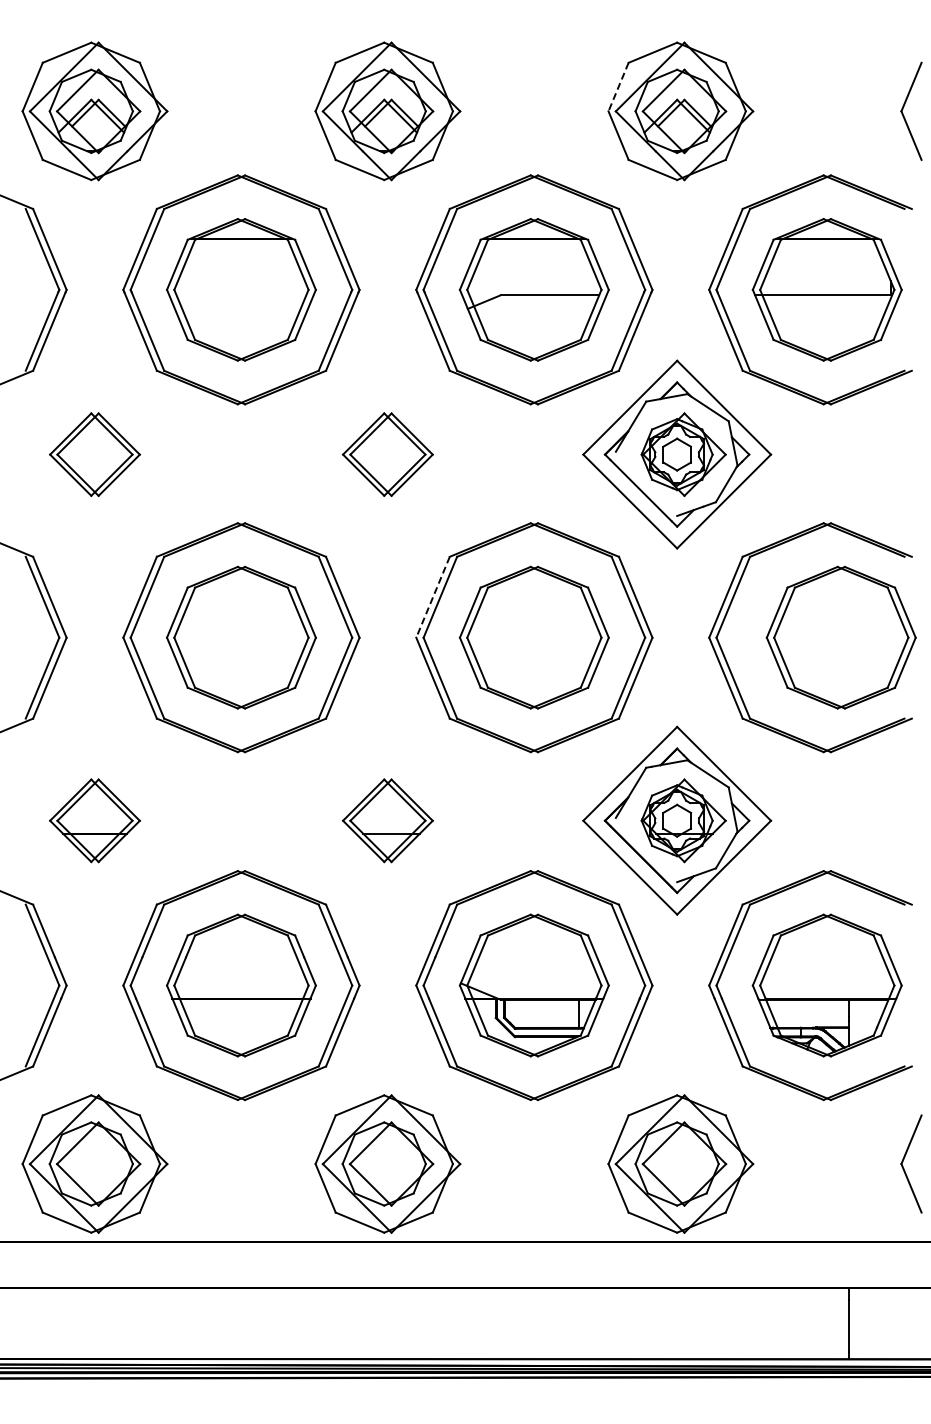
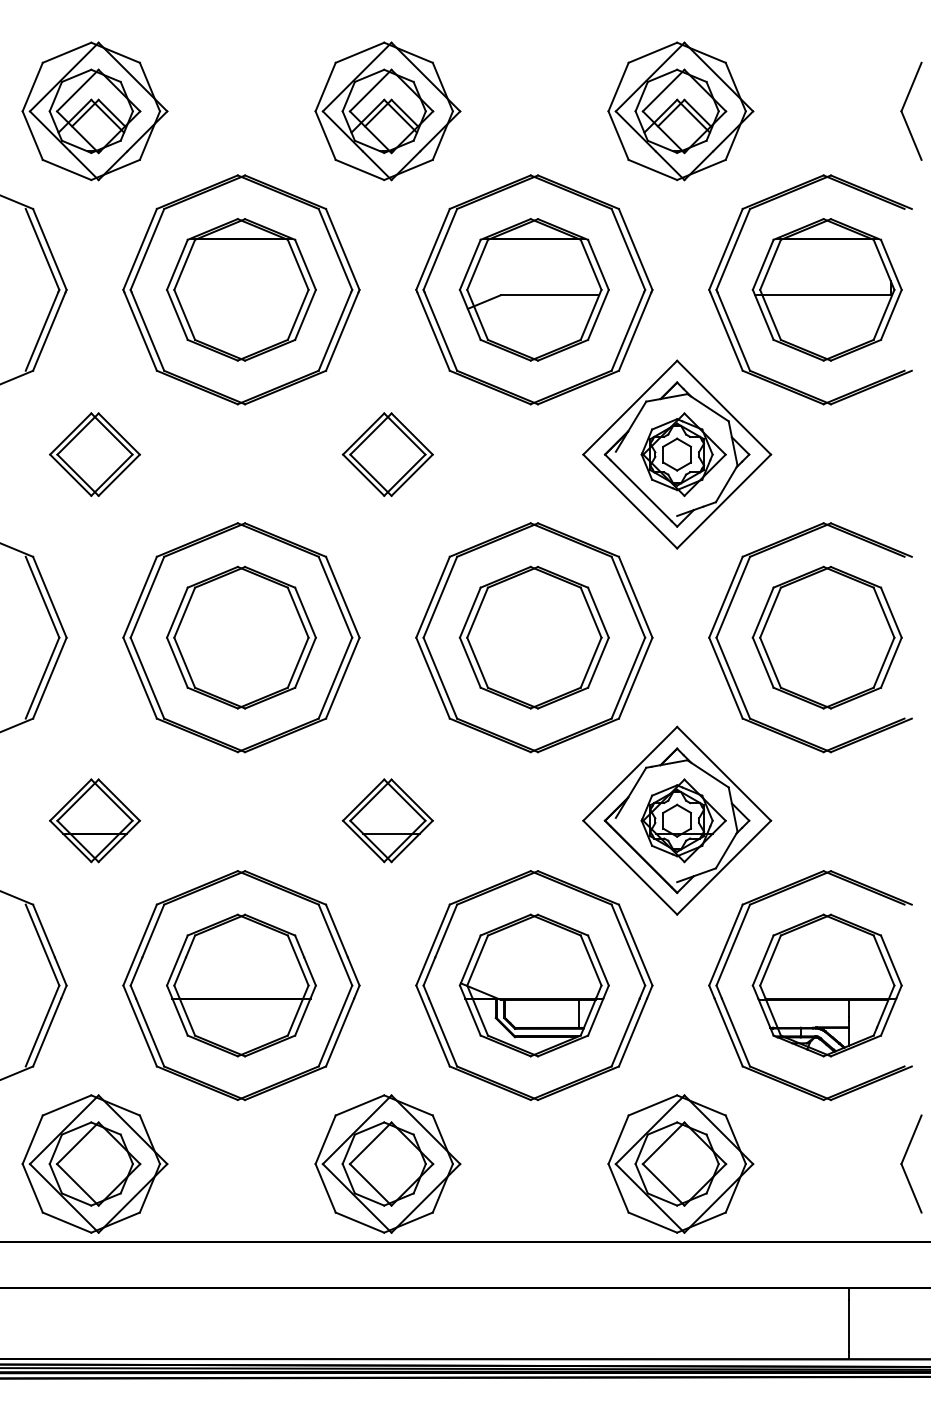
line at (618, 87): dashed -> solid
line at (433, 597): dashed -> solid
part at (840, 637) position: (840, 637) -> (826, 637)
